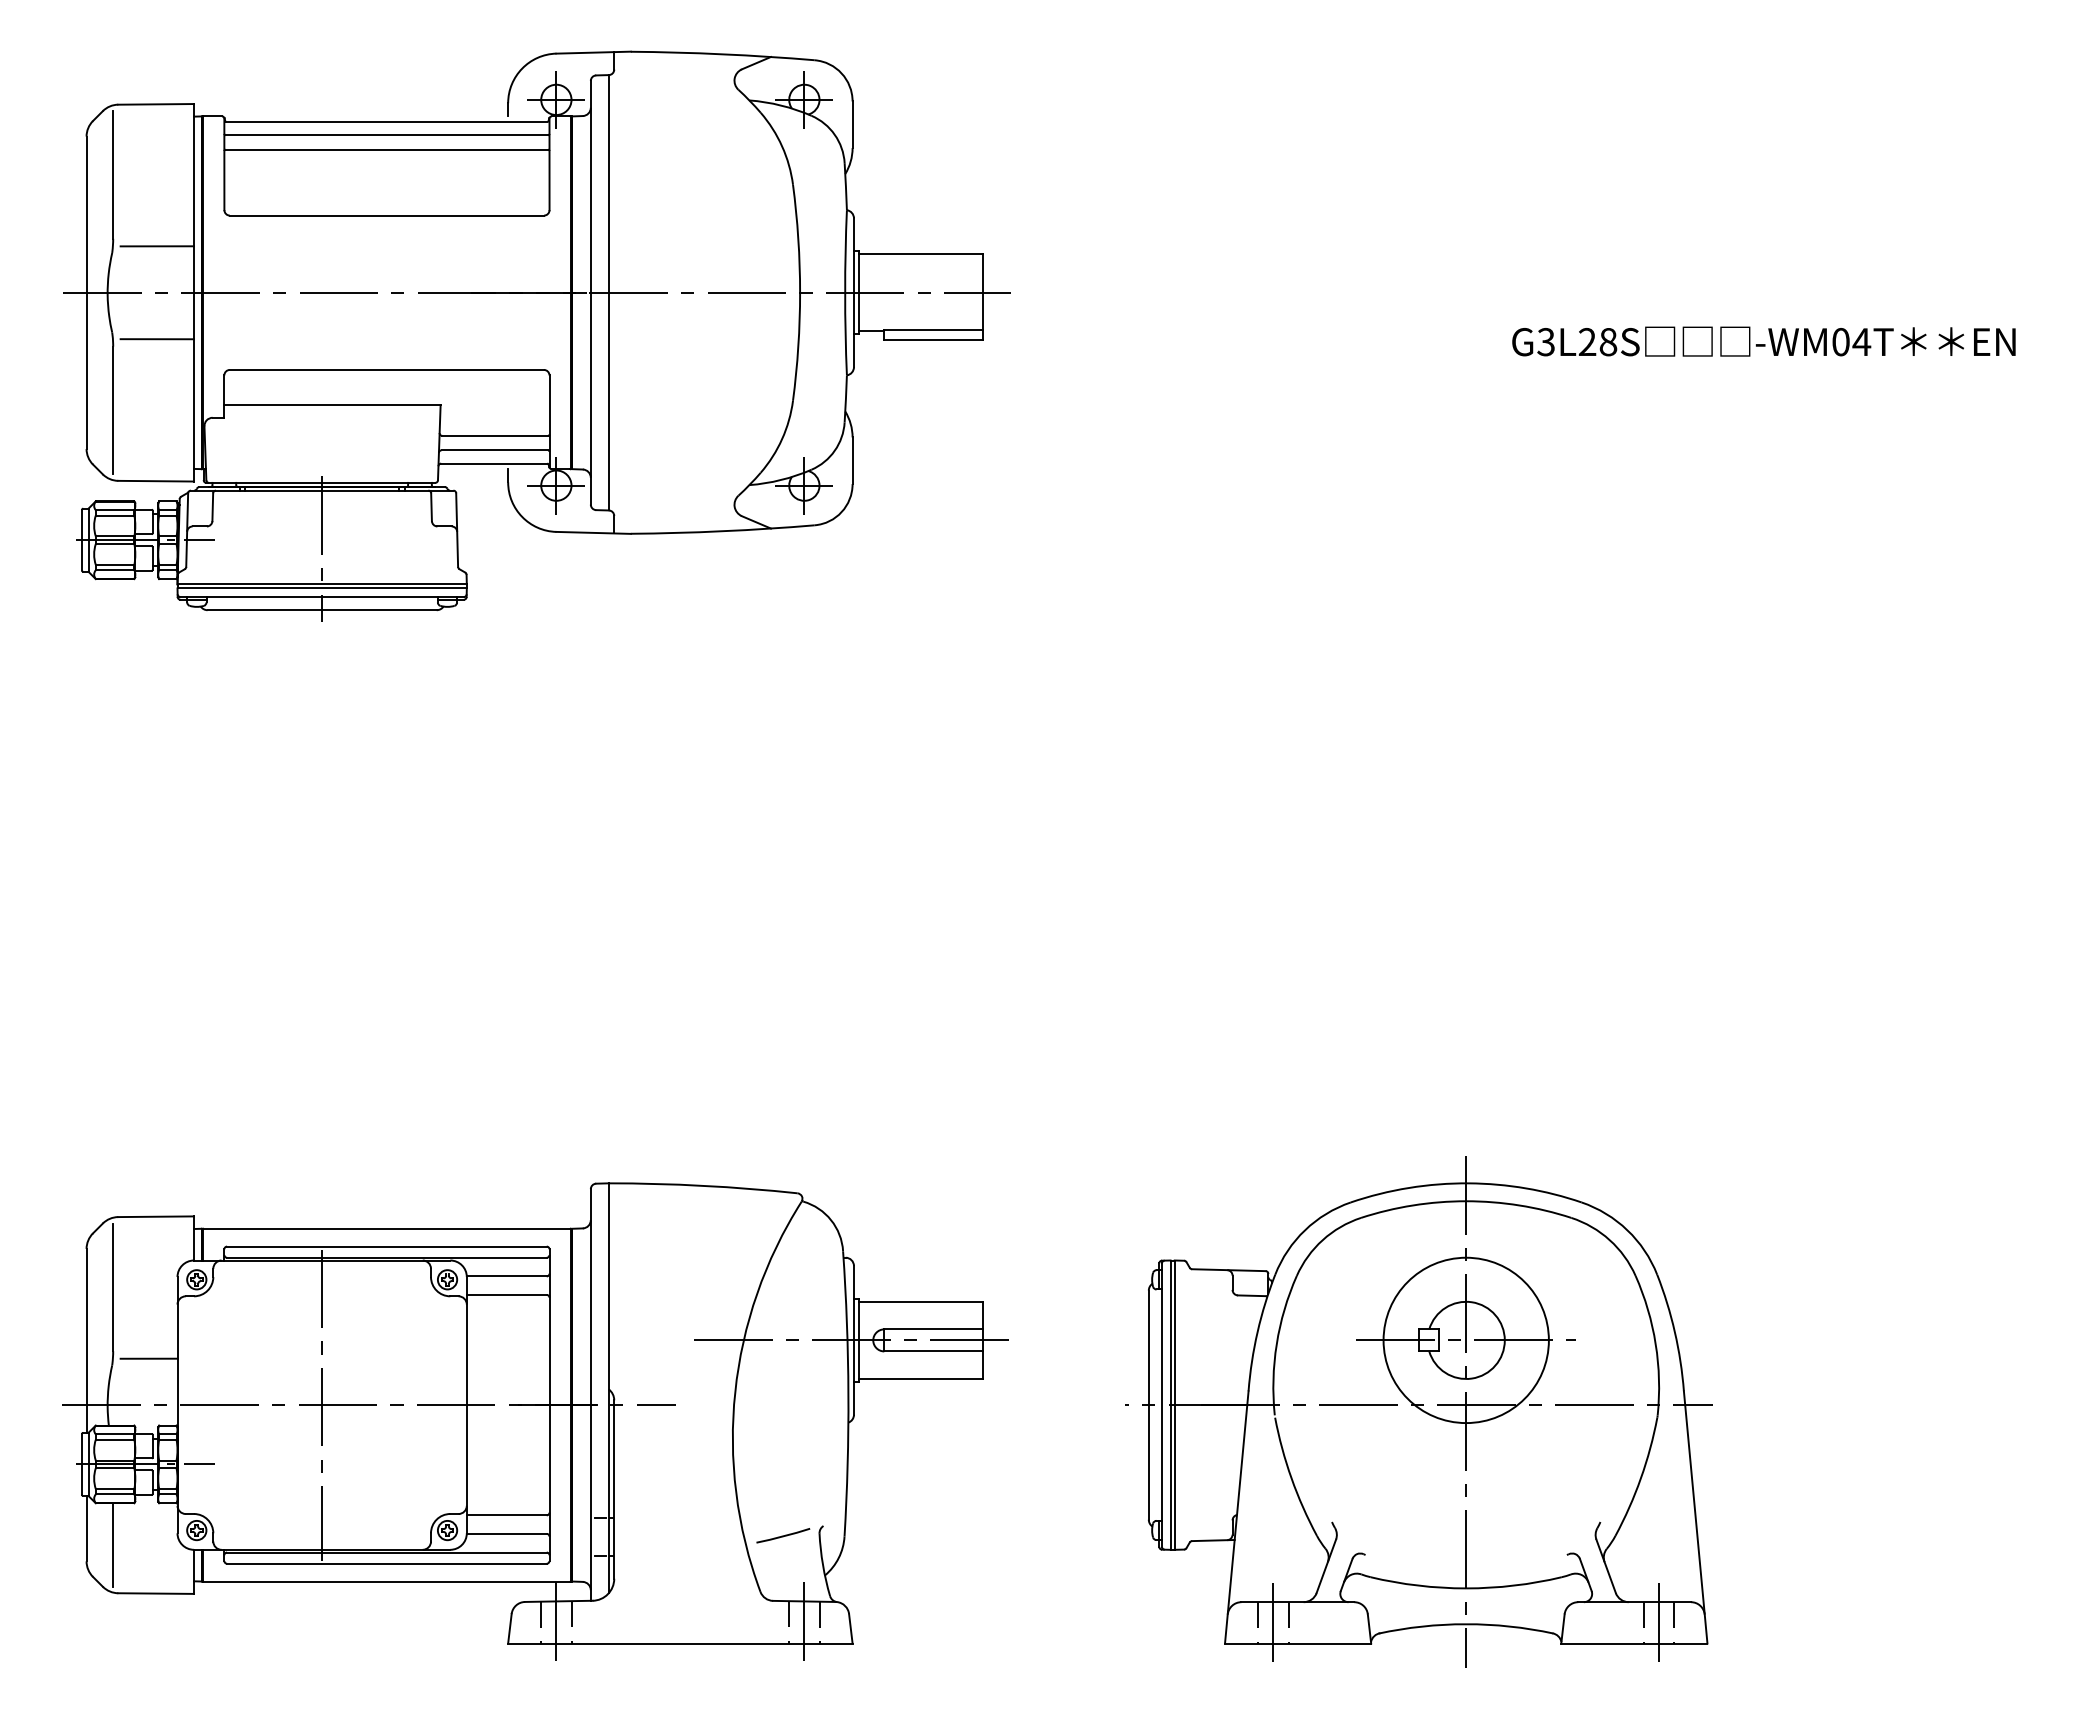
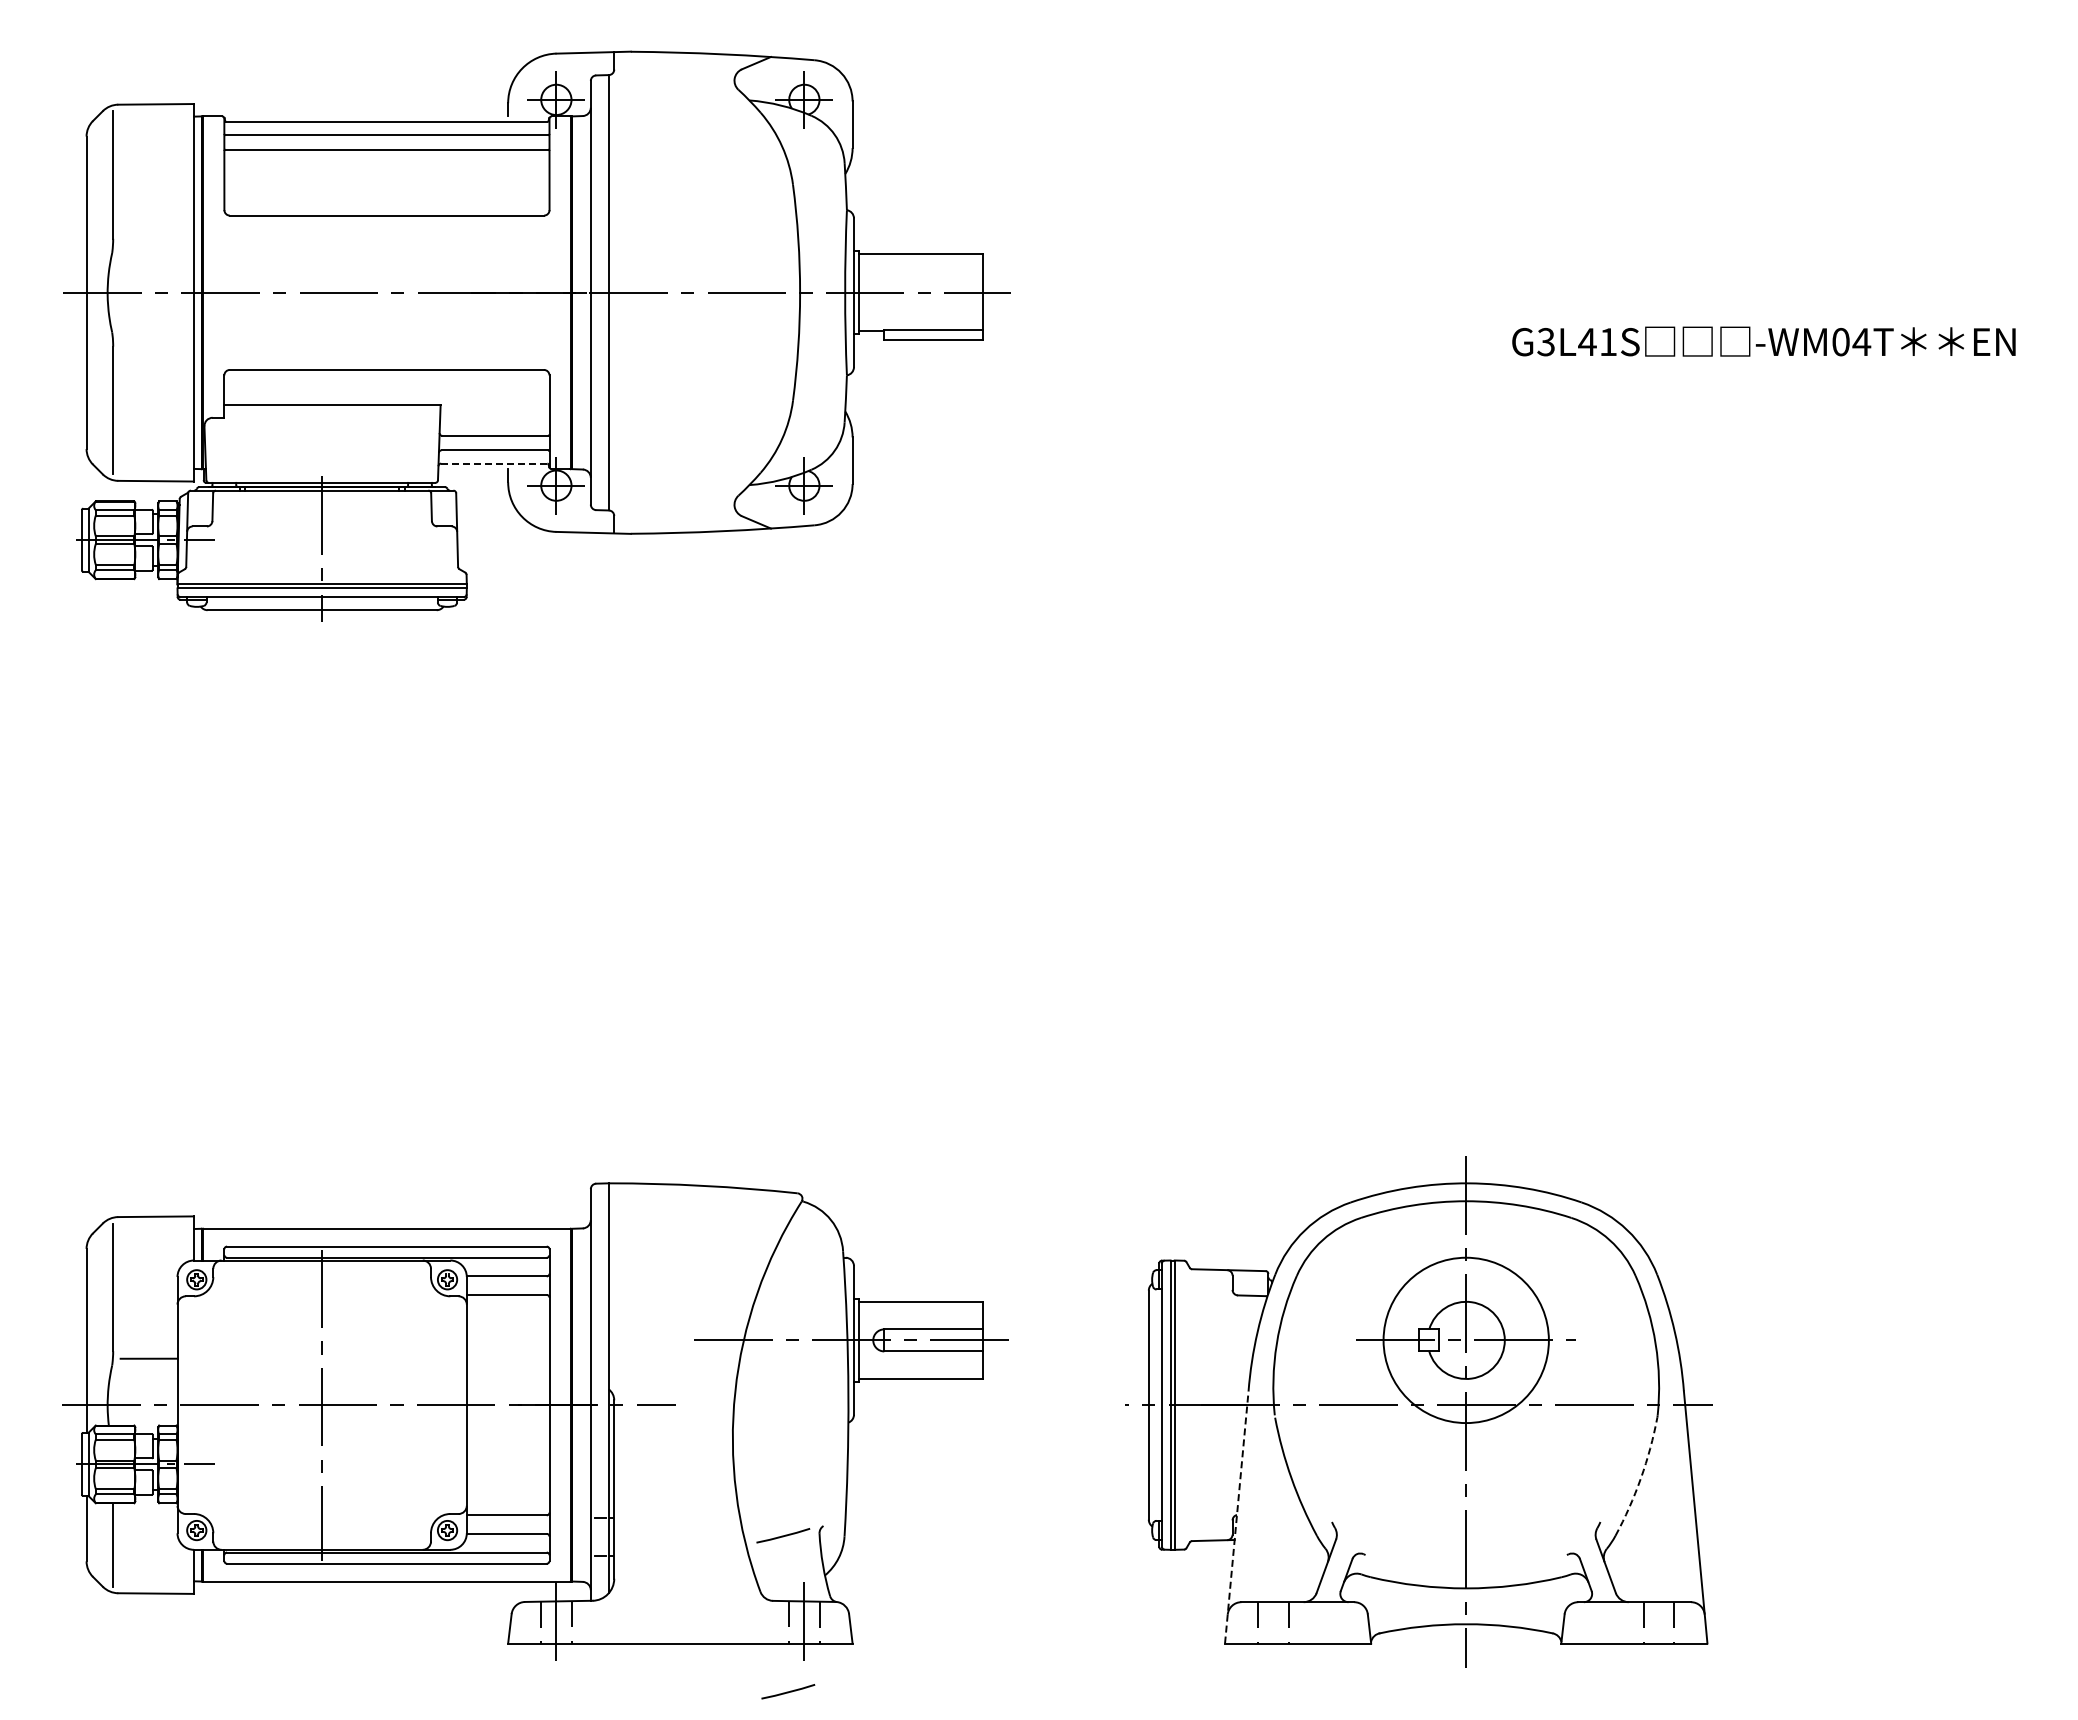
line at (157, 246): present -> none
line at (157, 339): present -> none
text at (1597, 342): G3L28S -> G3L41S
line at (494, 463): solid -> dashed
arc at (1640, 1478): solid -> dashed
line at (1236, 1517): solid -> dashed
line at (1273, 1622): present -> none
line at (1659, 1622): present -> none
line at (788, 1691): none -> present
